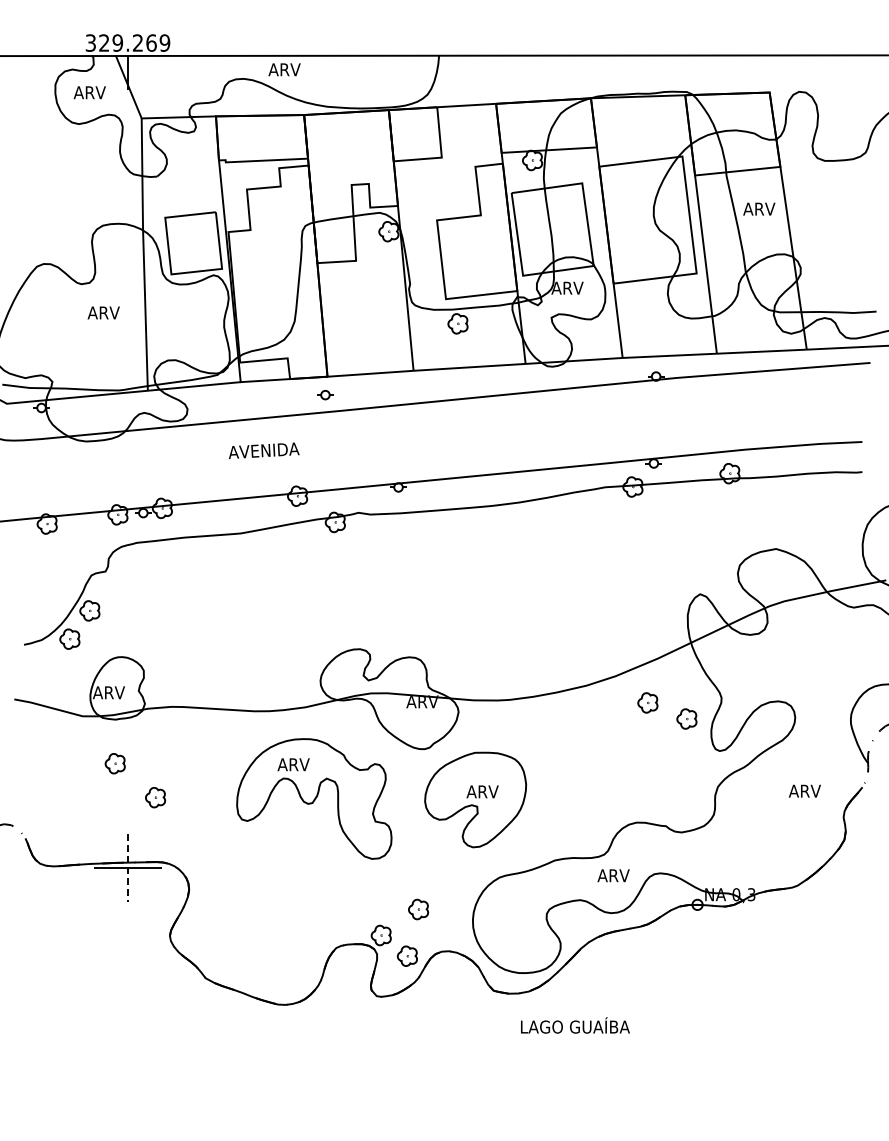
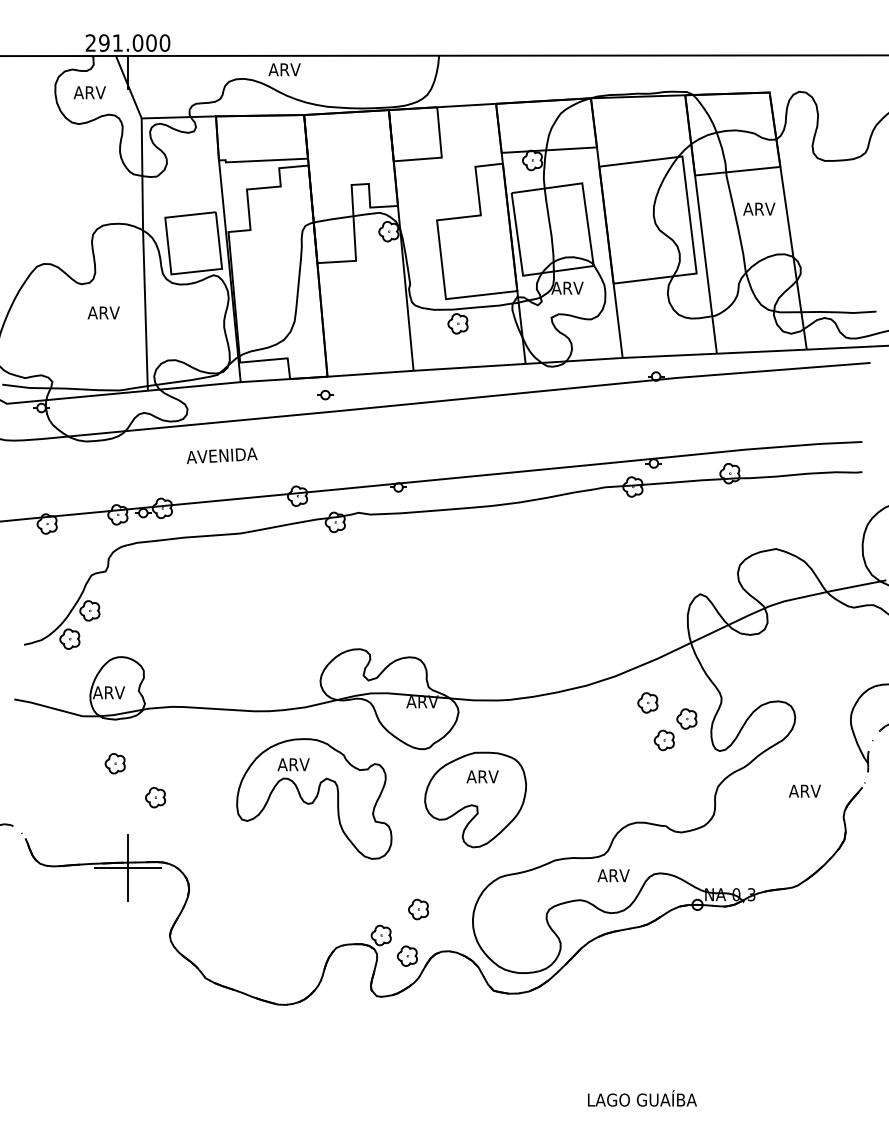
text at (127, 42): 329.269 -> 291.000
text at (264, 450) position: (264, 450) -> (222, 455)
part at (663, 740): none -> present
text at (482, 791) position: (482, 791) -> (482, 776)
line at (127, 868): dashed -> solid
text at (575, 1025) position: (575, 1025) -> (642, 1098)
